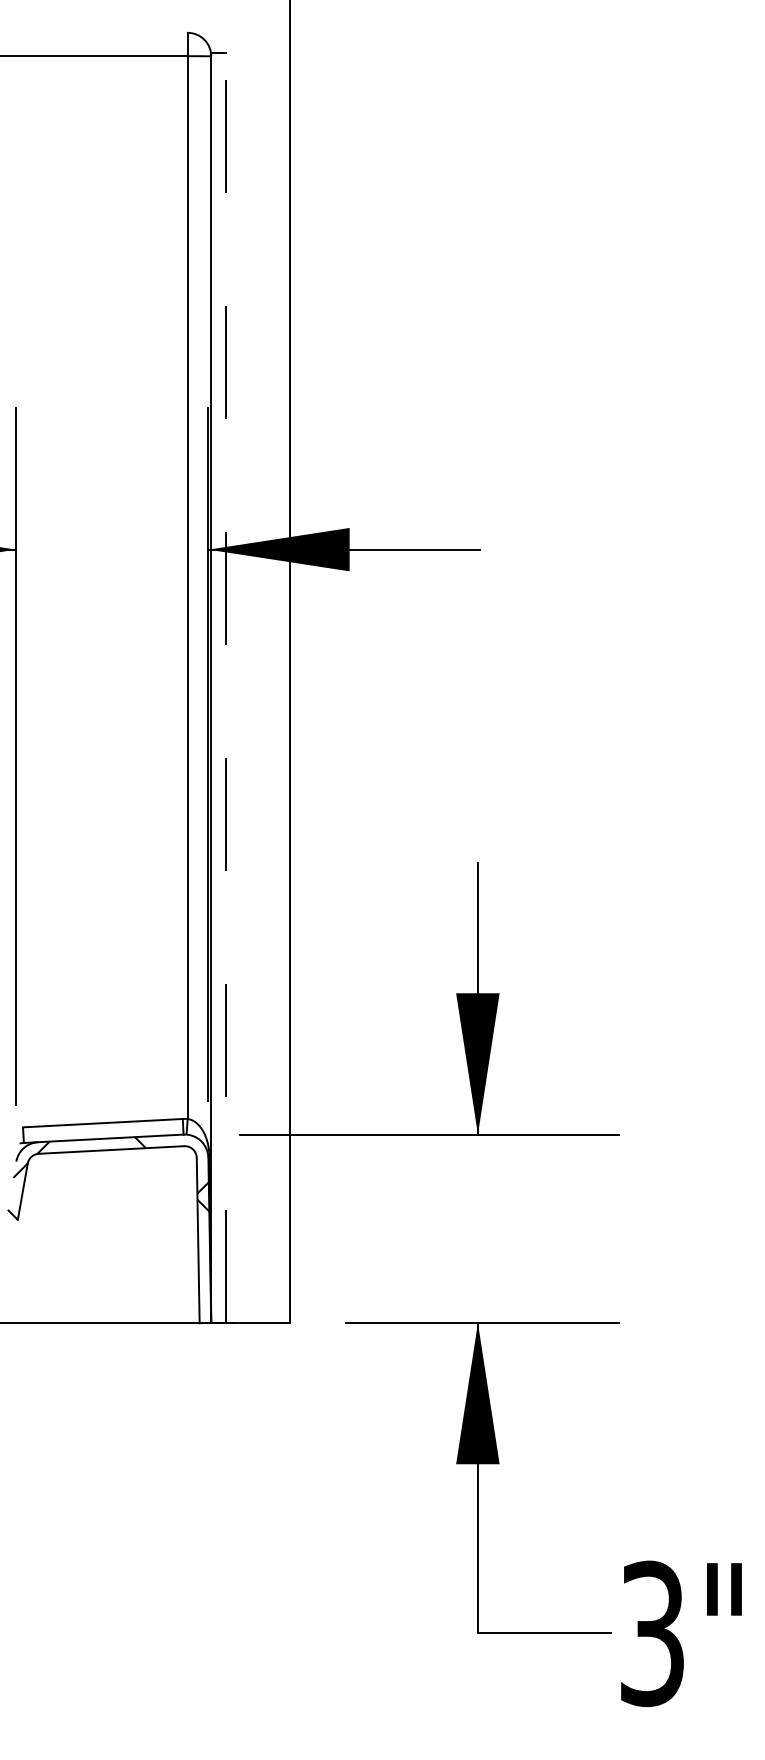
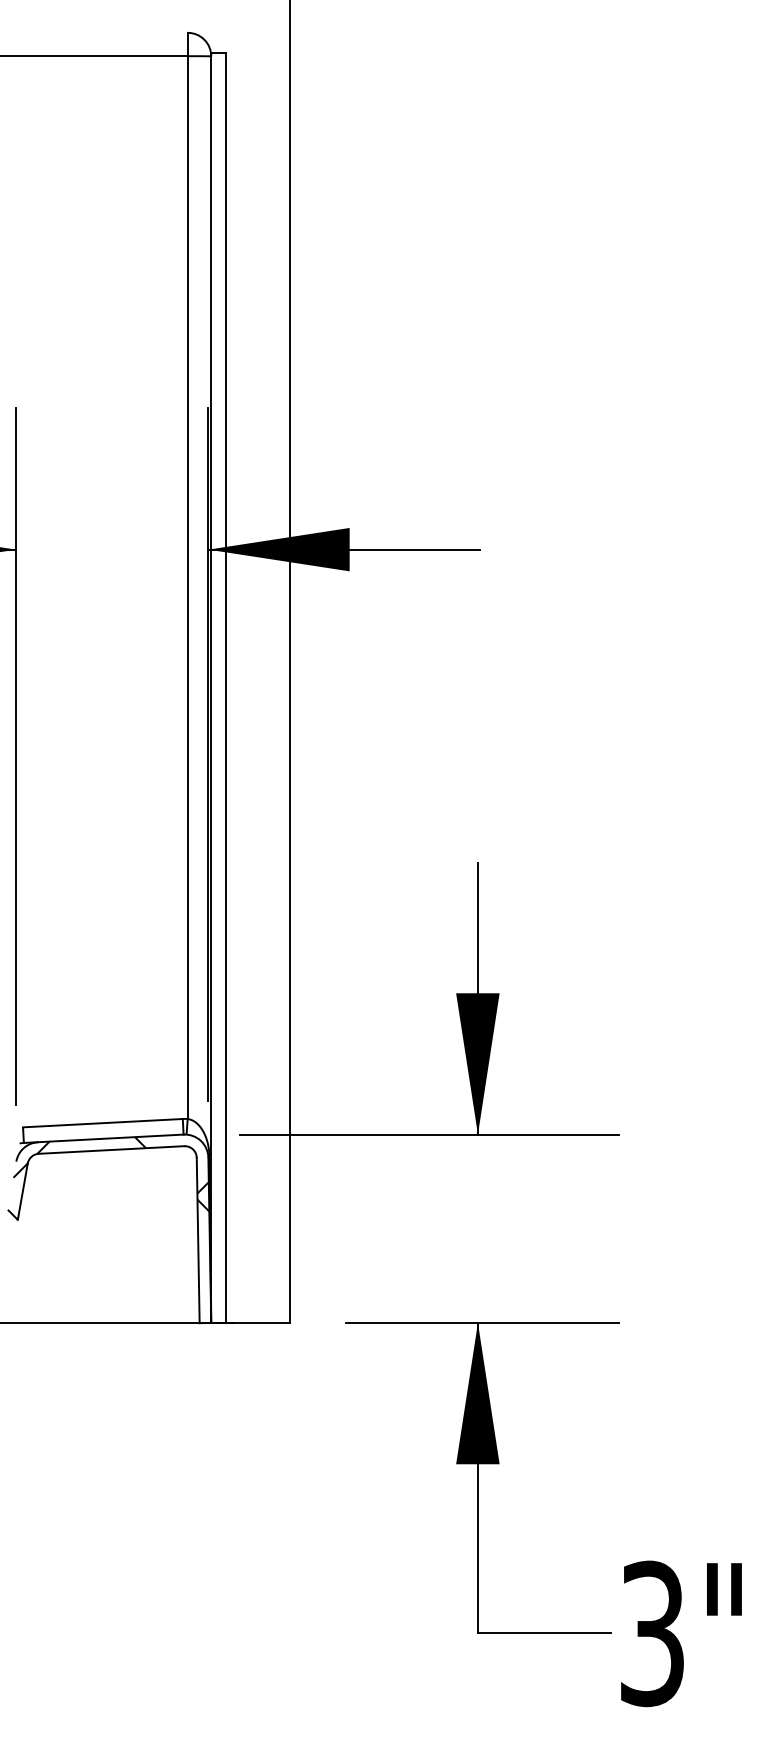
line at (226, 687): dashed -> solid
